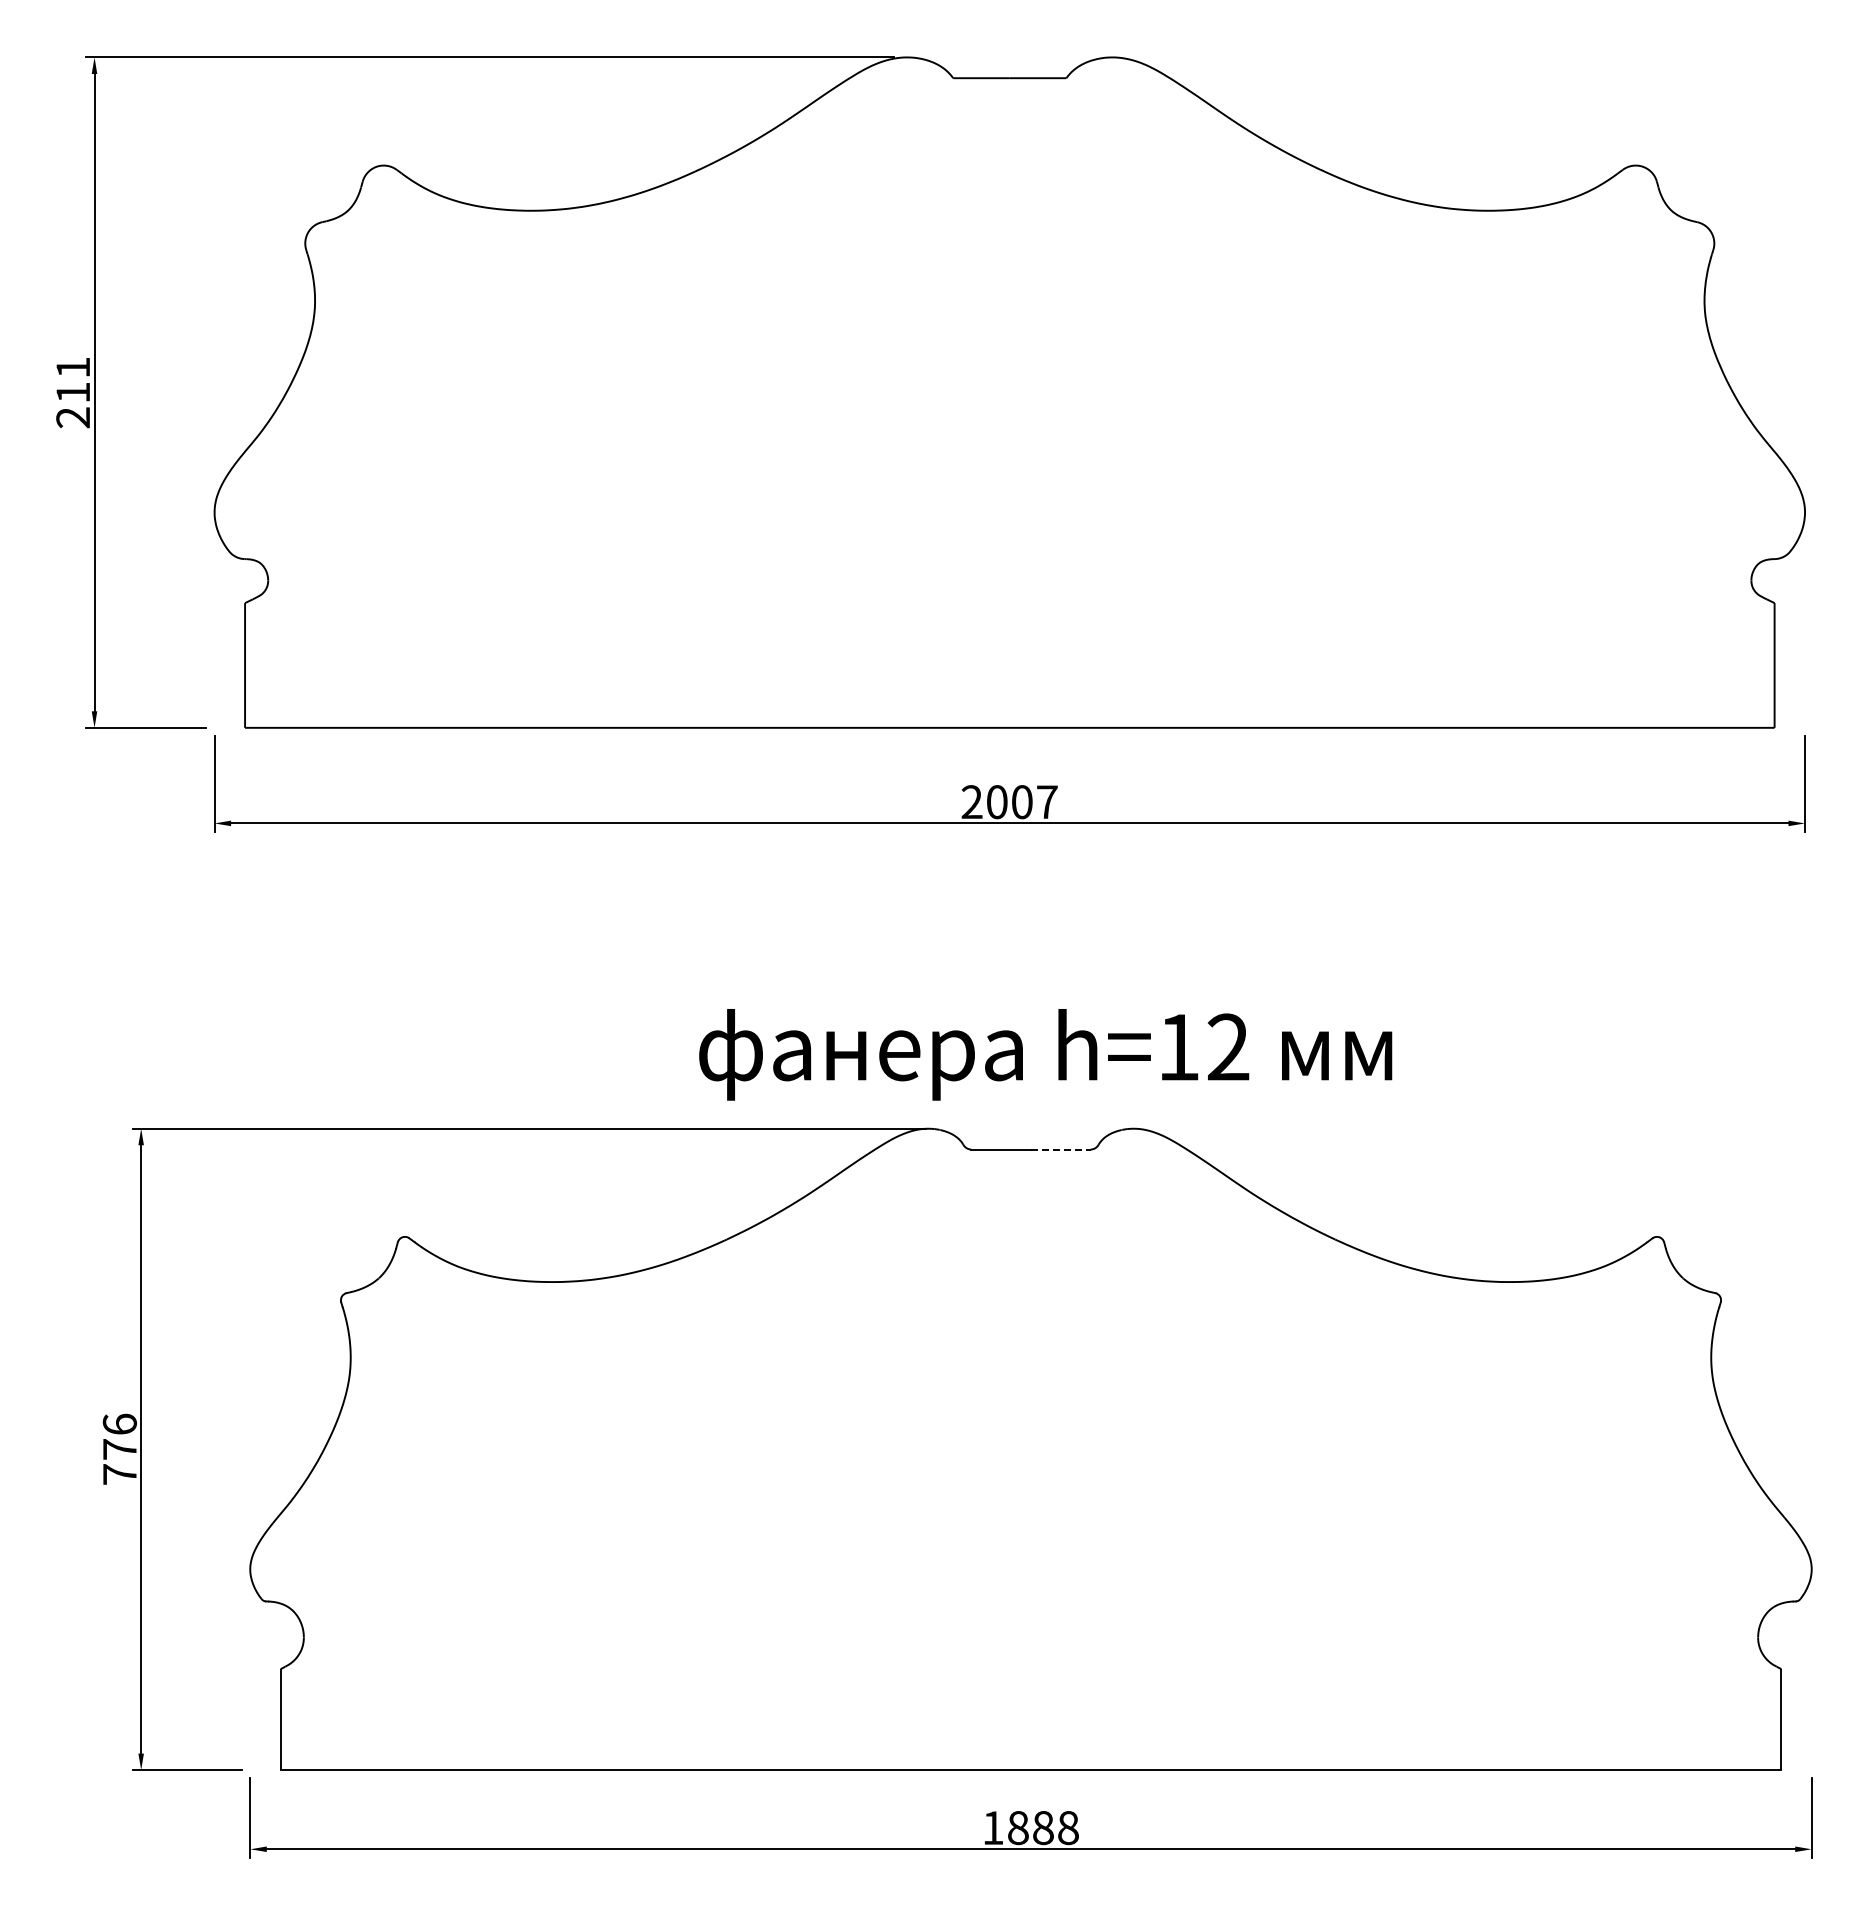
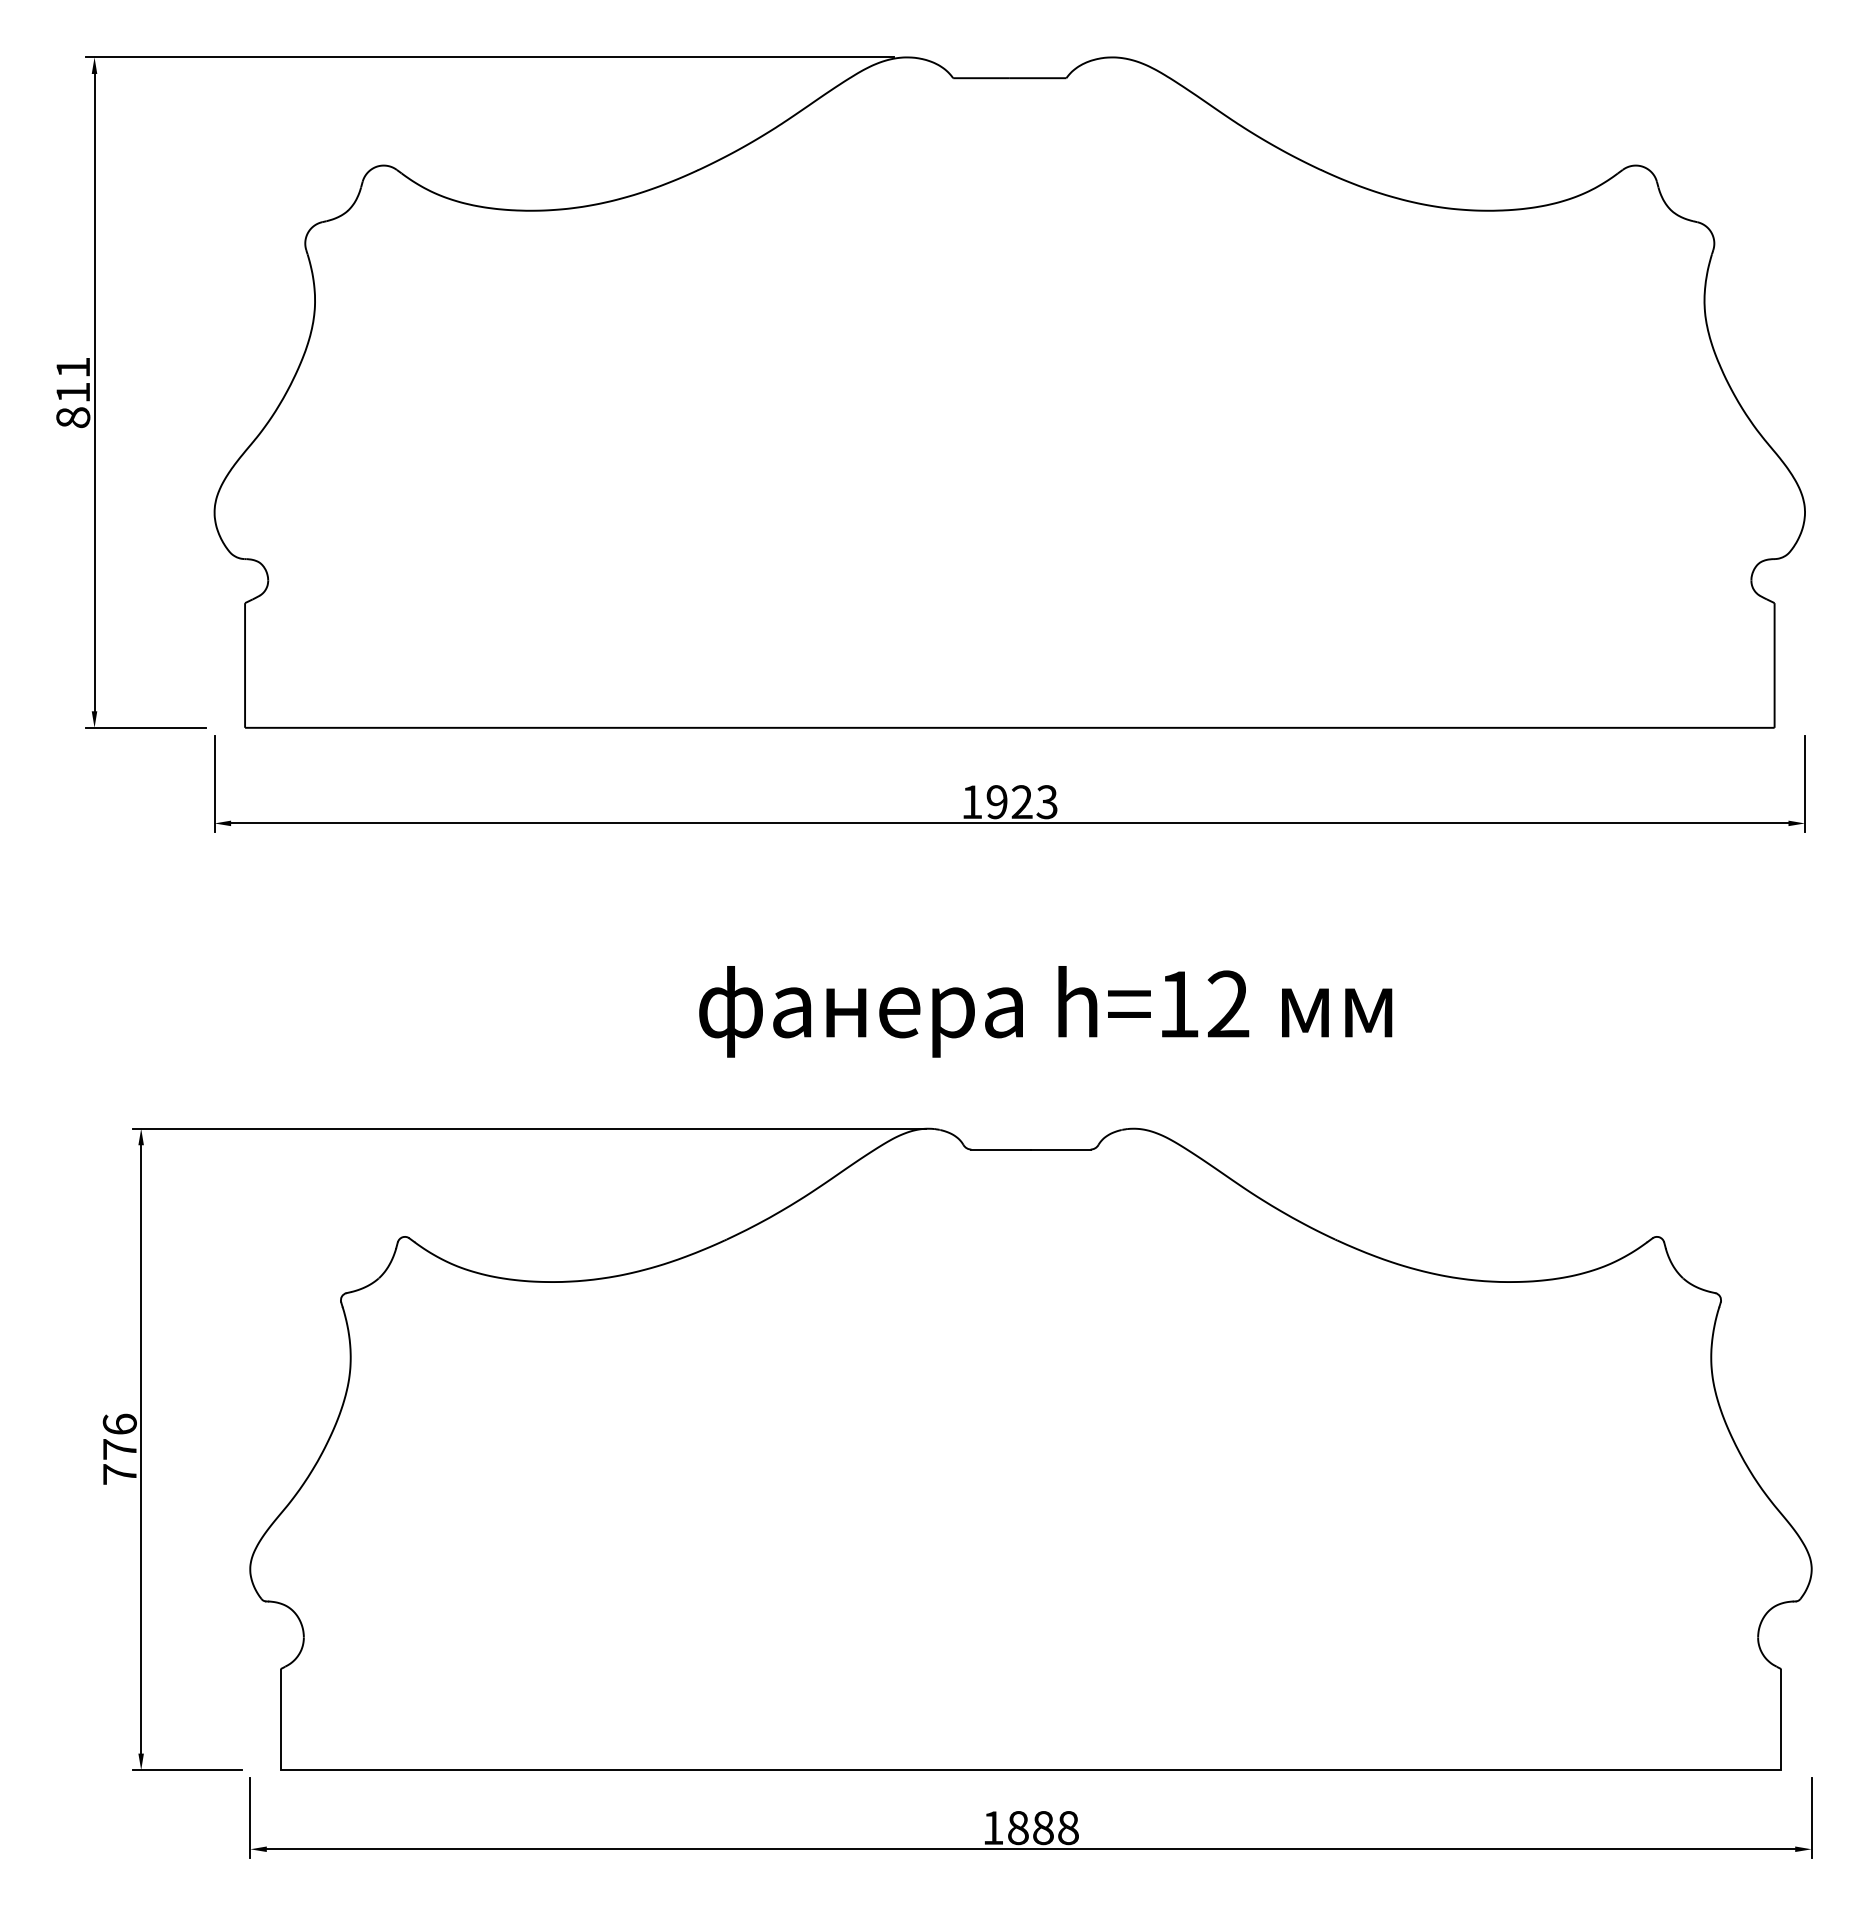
text at (73, 417): 211 -> 811
text at (1009, 802): 2007 -> 1923
text at (1045, 1054) position: (1045, 1054) -> (1045, 1011)
line at (1060, 1149): dashed -> solid
